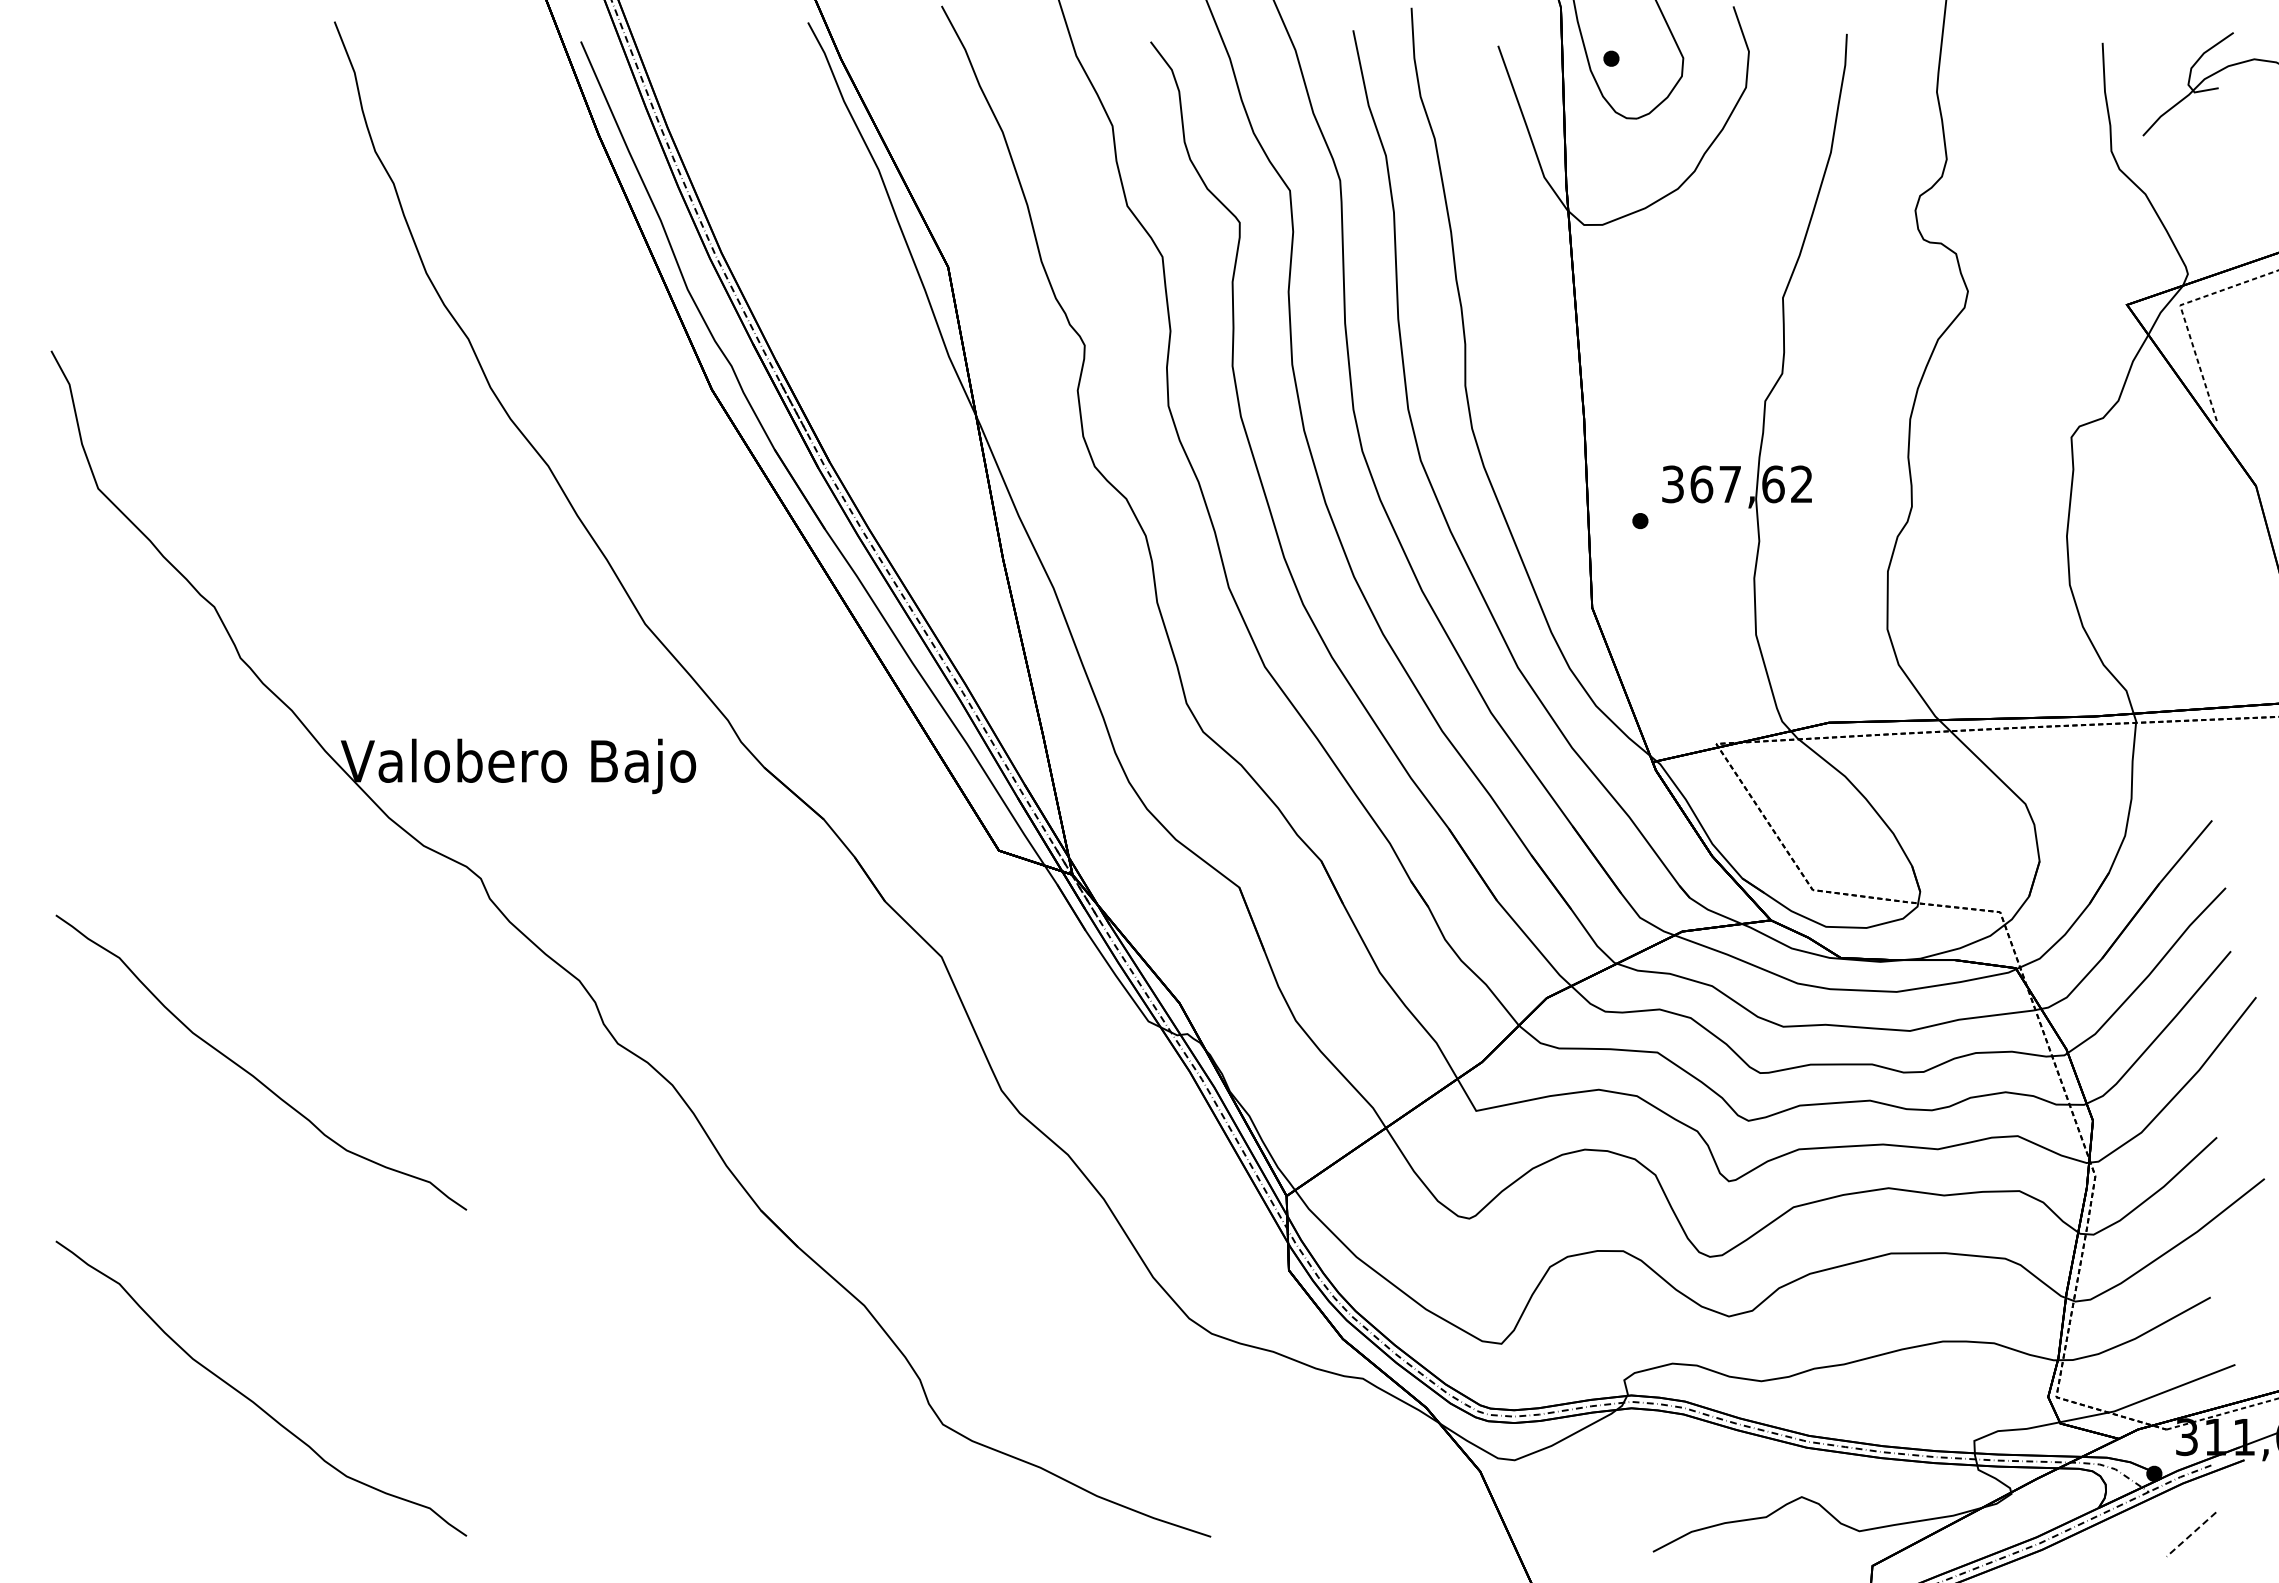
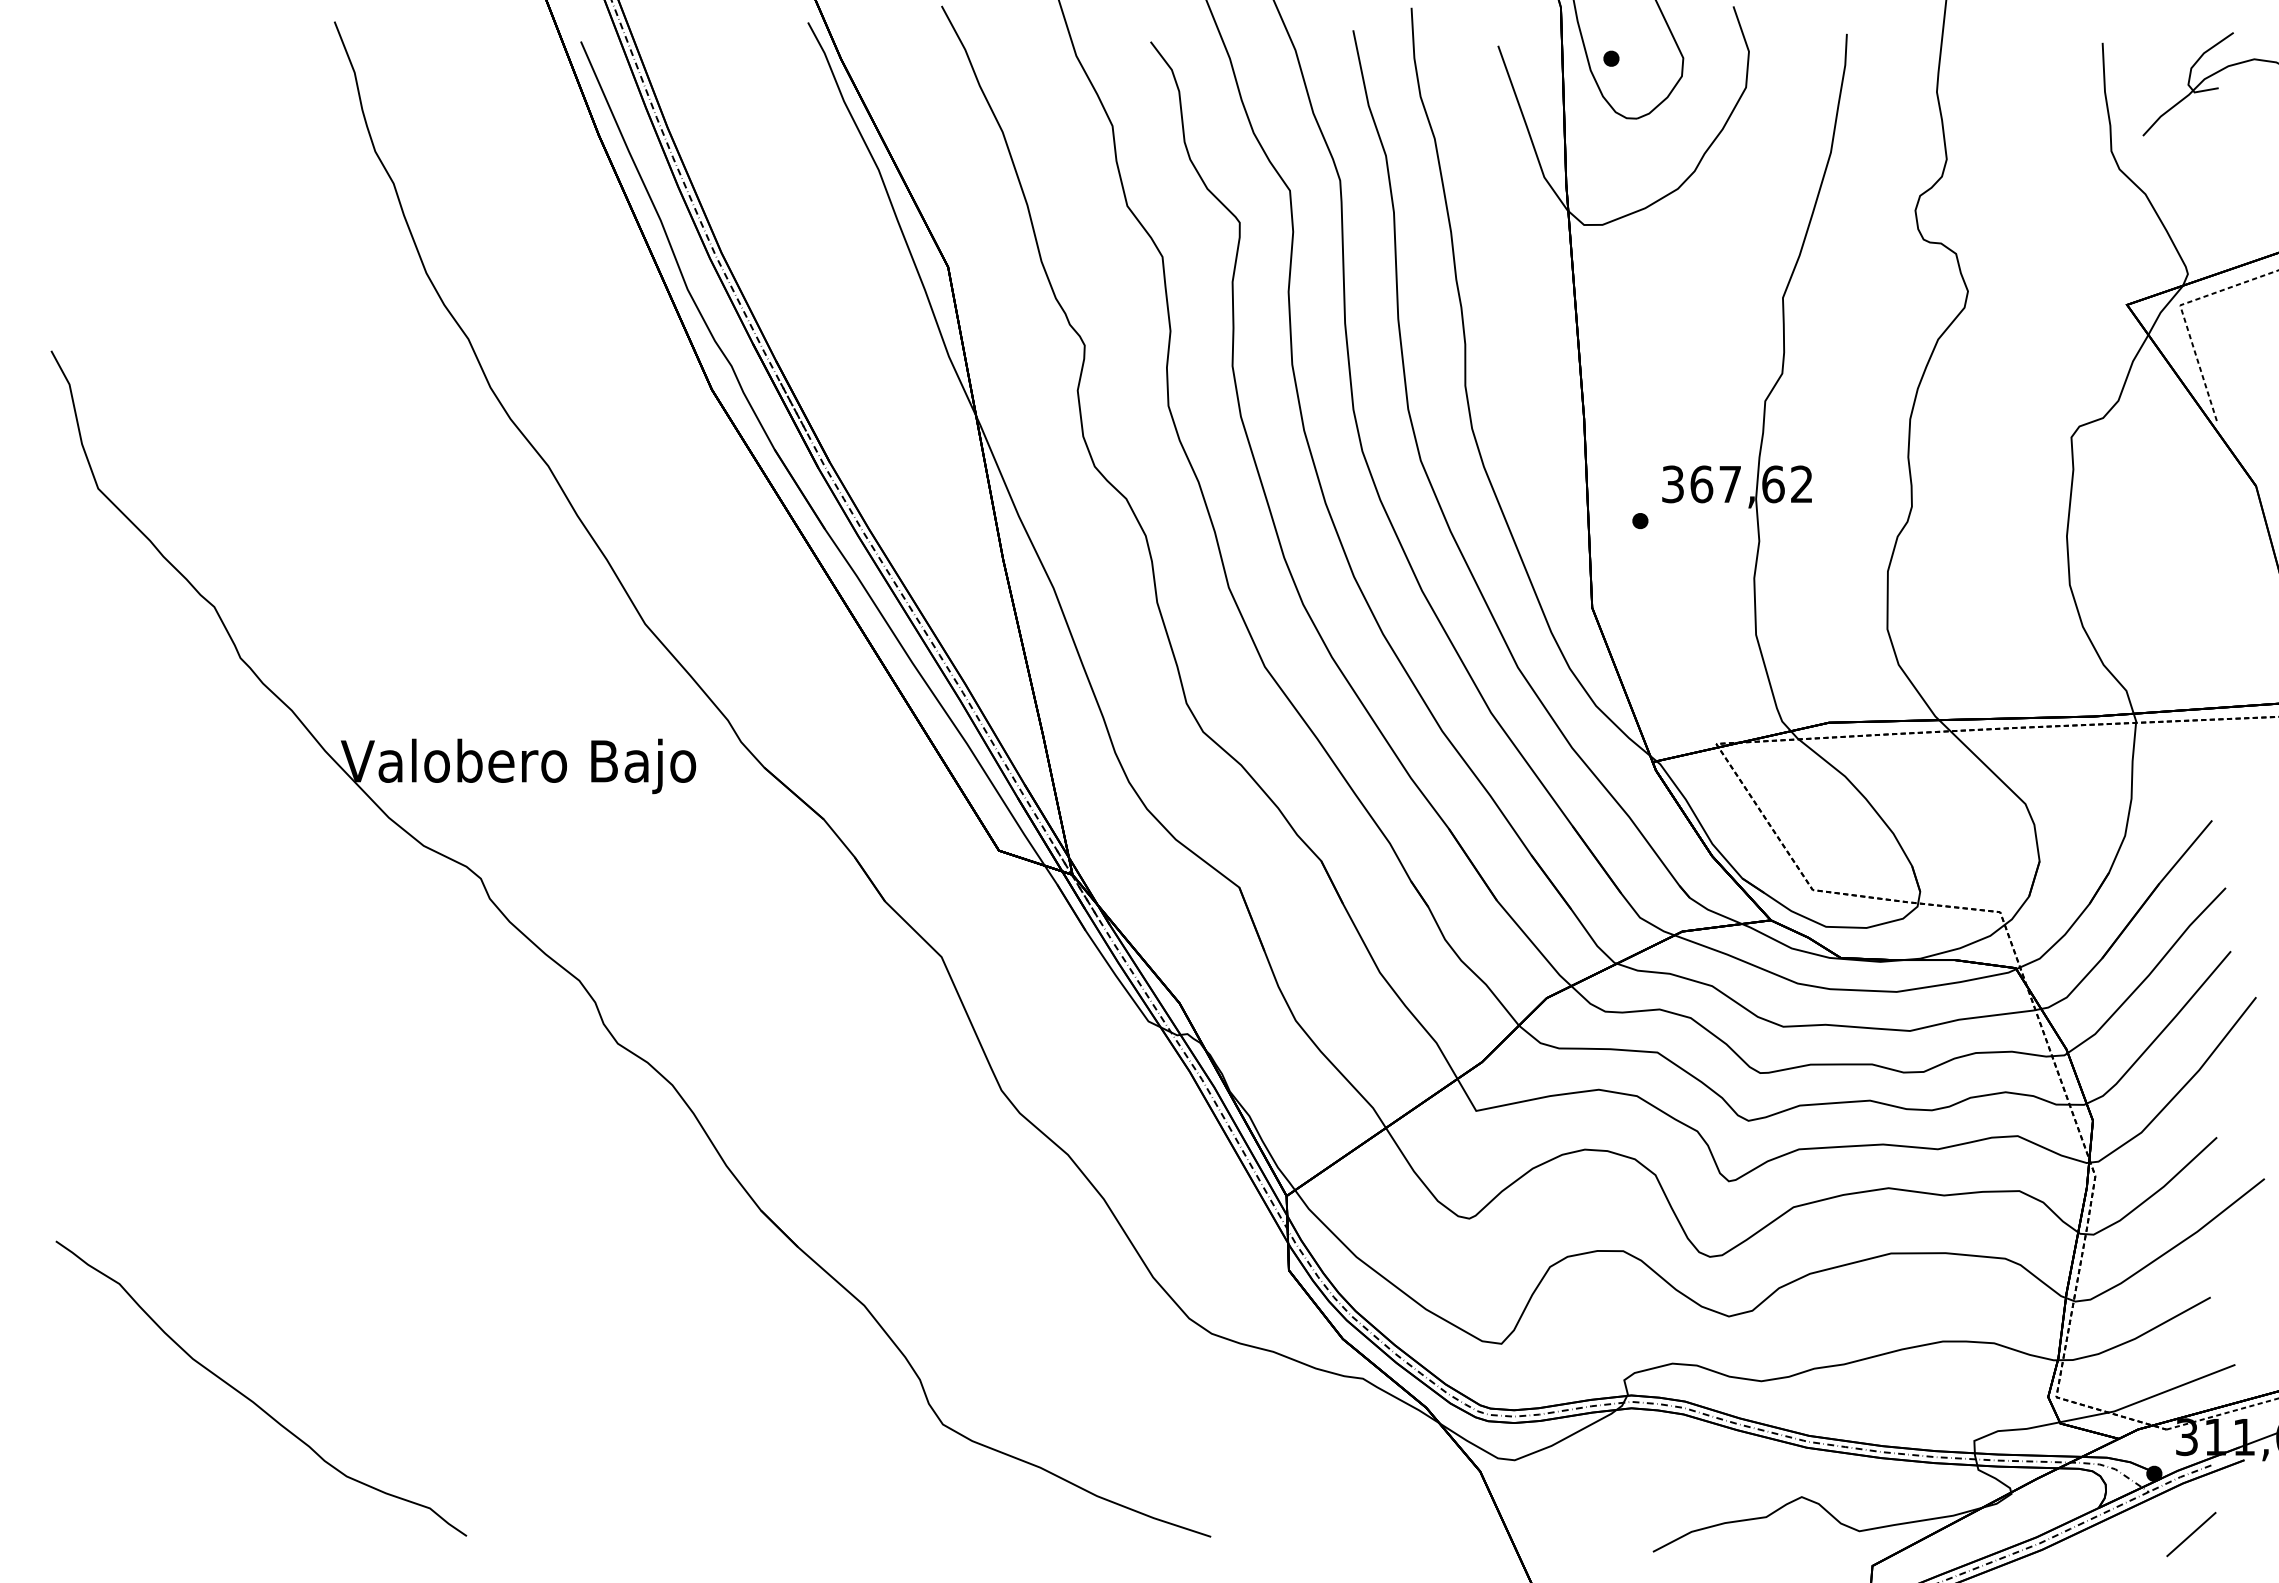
curve at (251, 1073): present -> none
line at (2191, 1534): dashed -> solid
